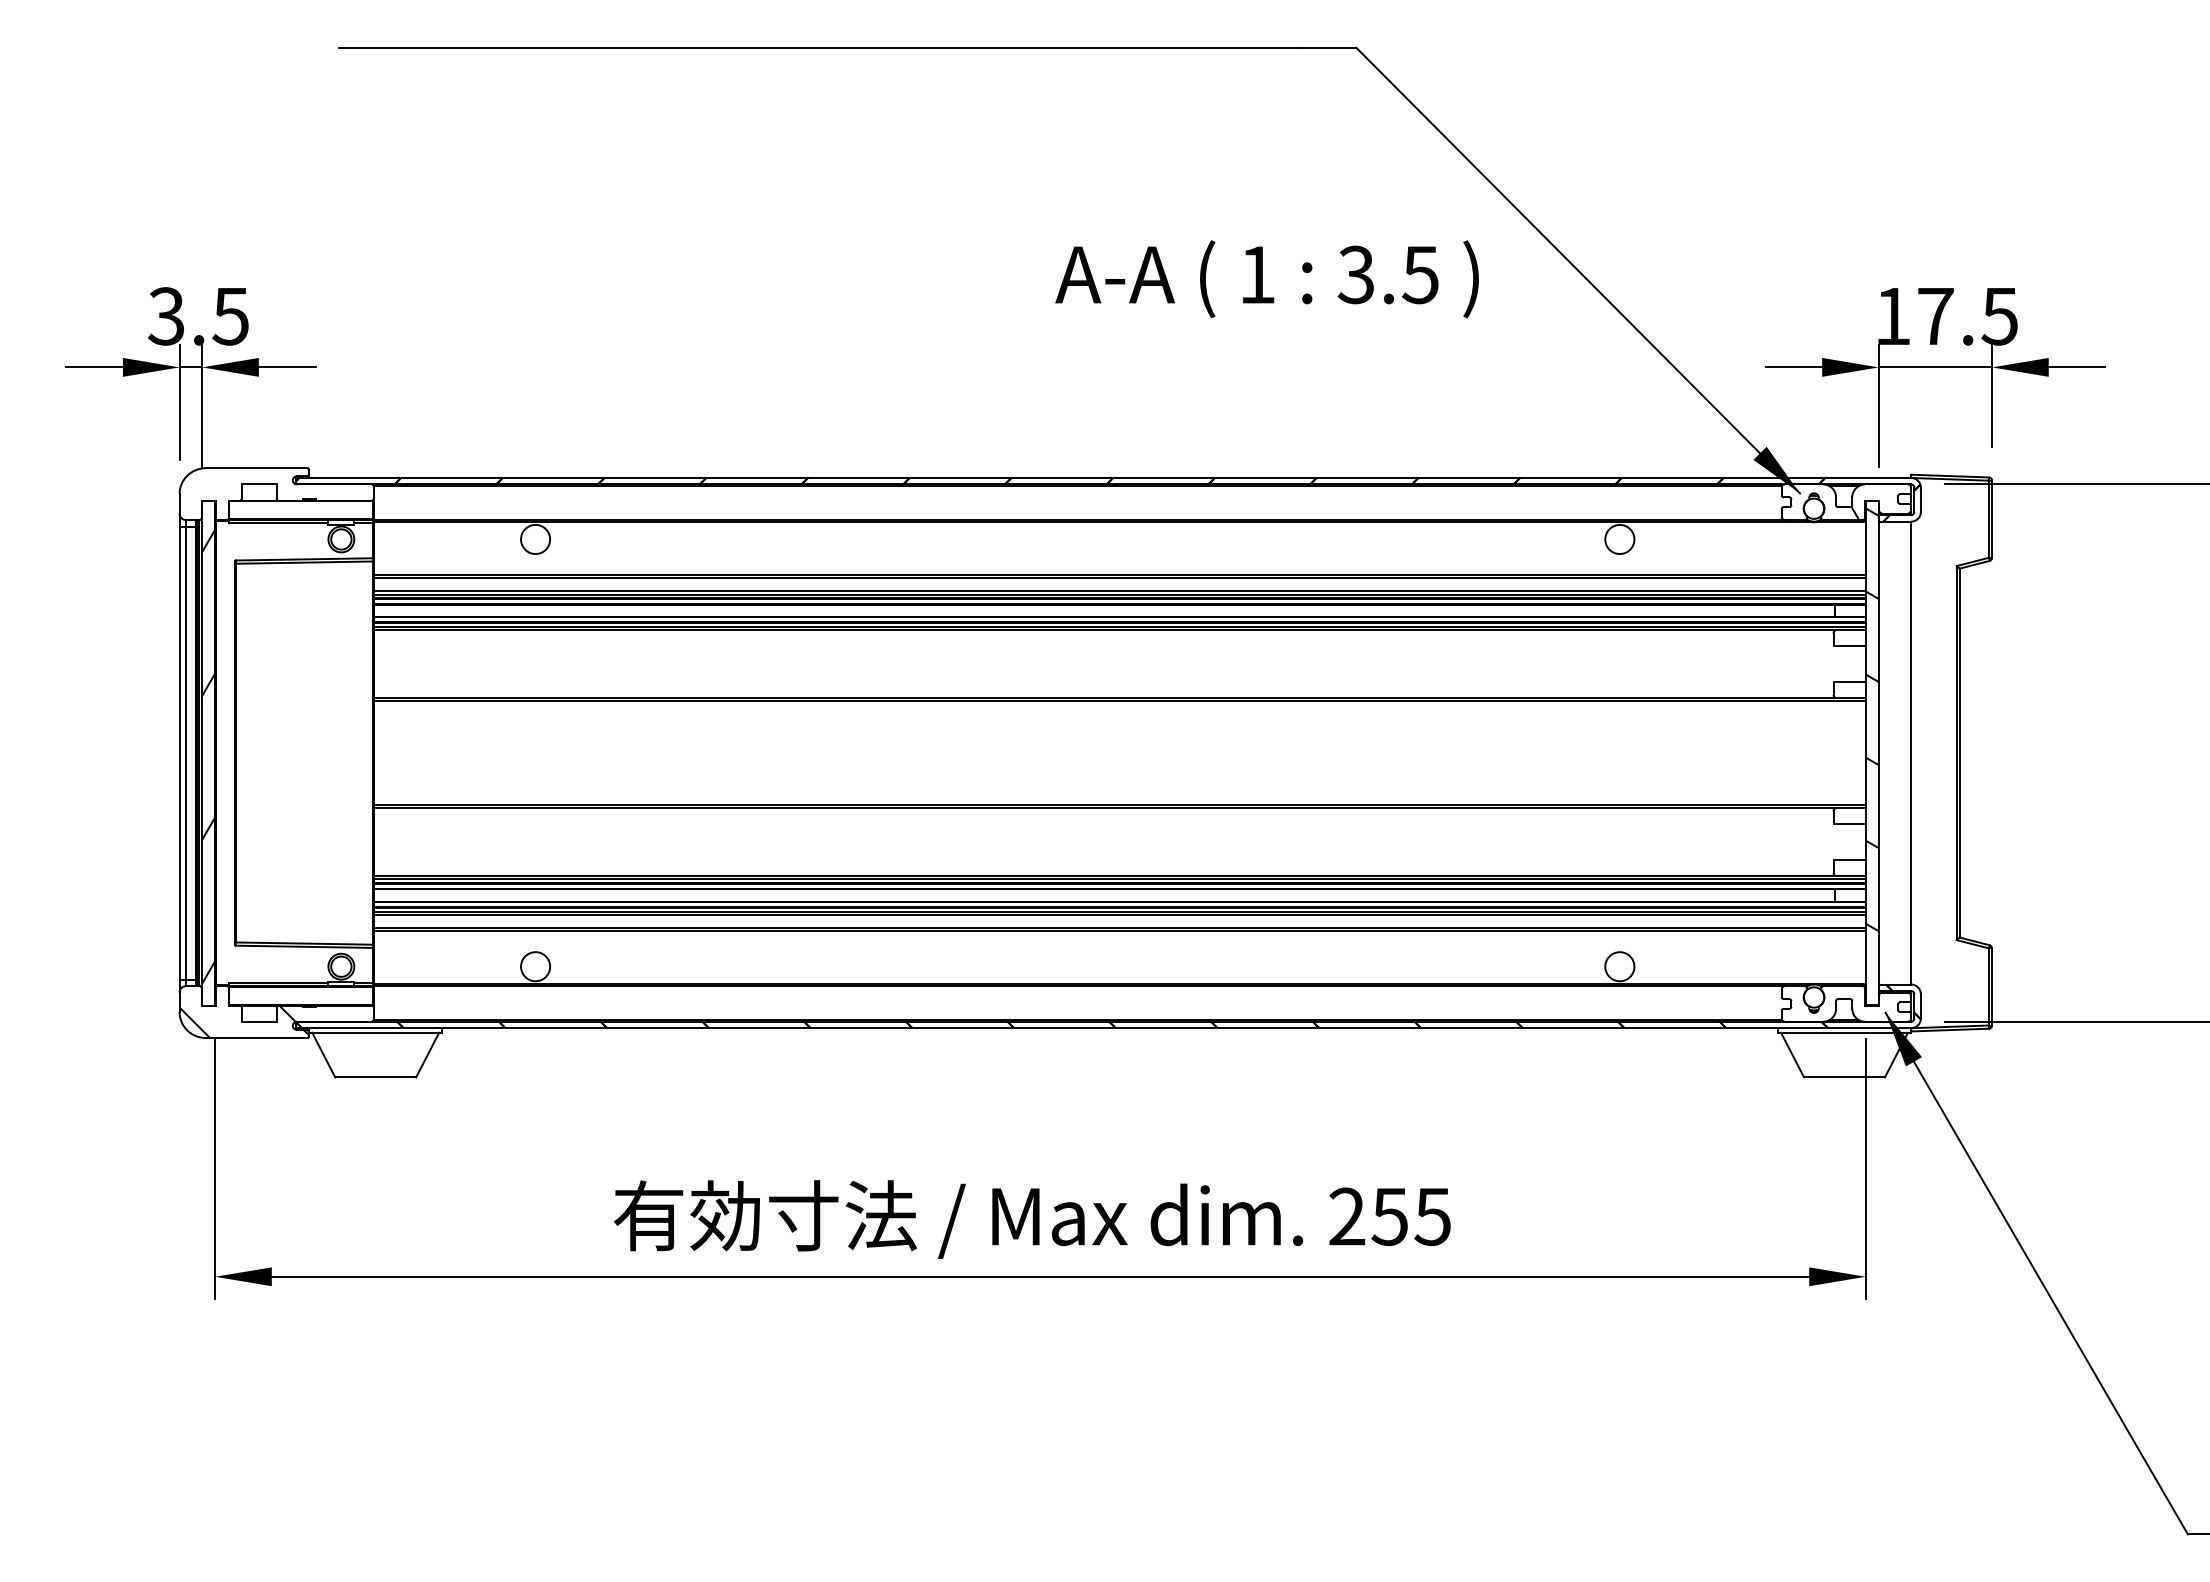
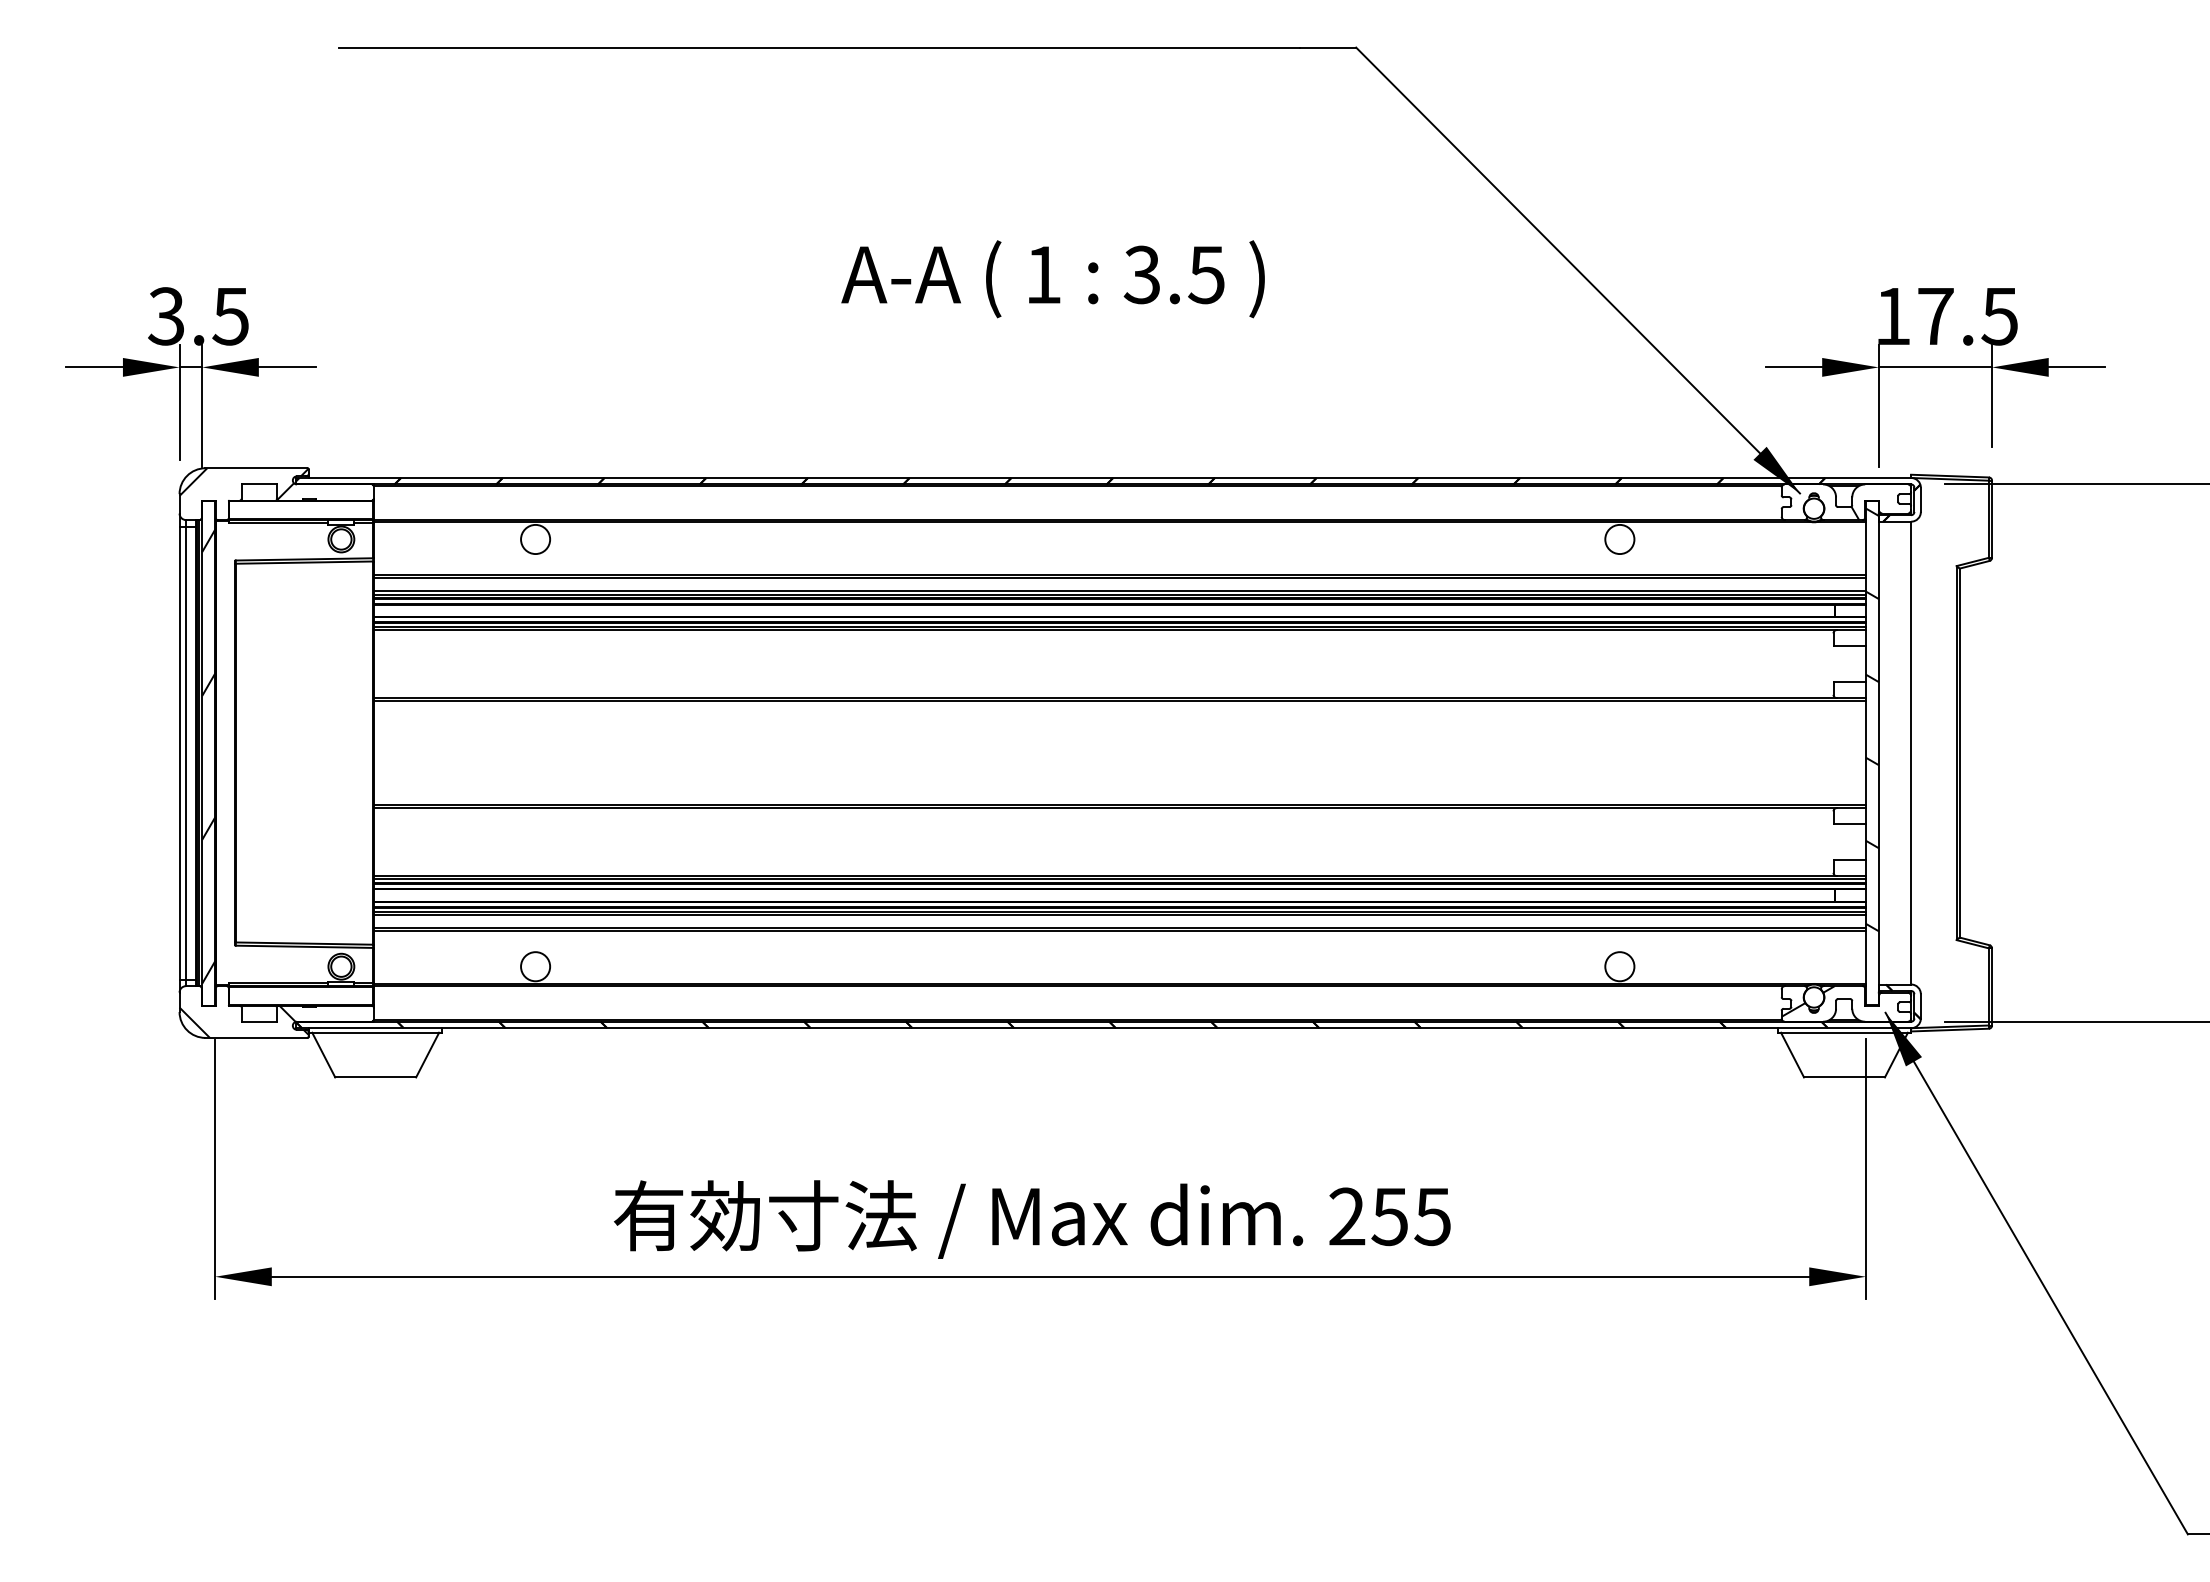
text at (1266, 279) position: (1266, 279) -> (1052, 279)
hatch at (243, 484): none -> present
hatch at (1807, 1001): none -> present
